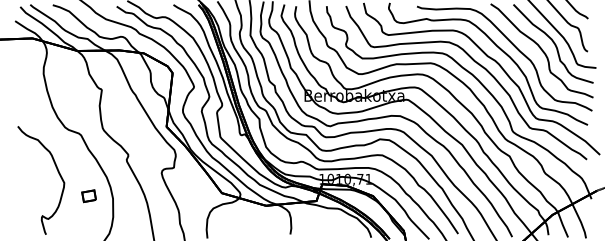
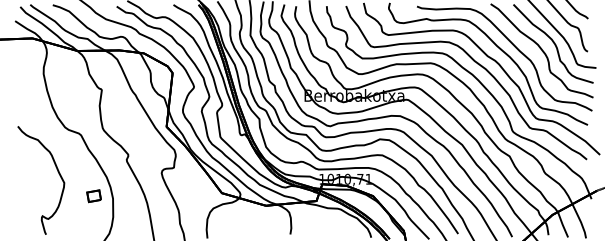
part at (88, 196) position: (88, 196) -> (93, 196)
